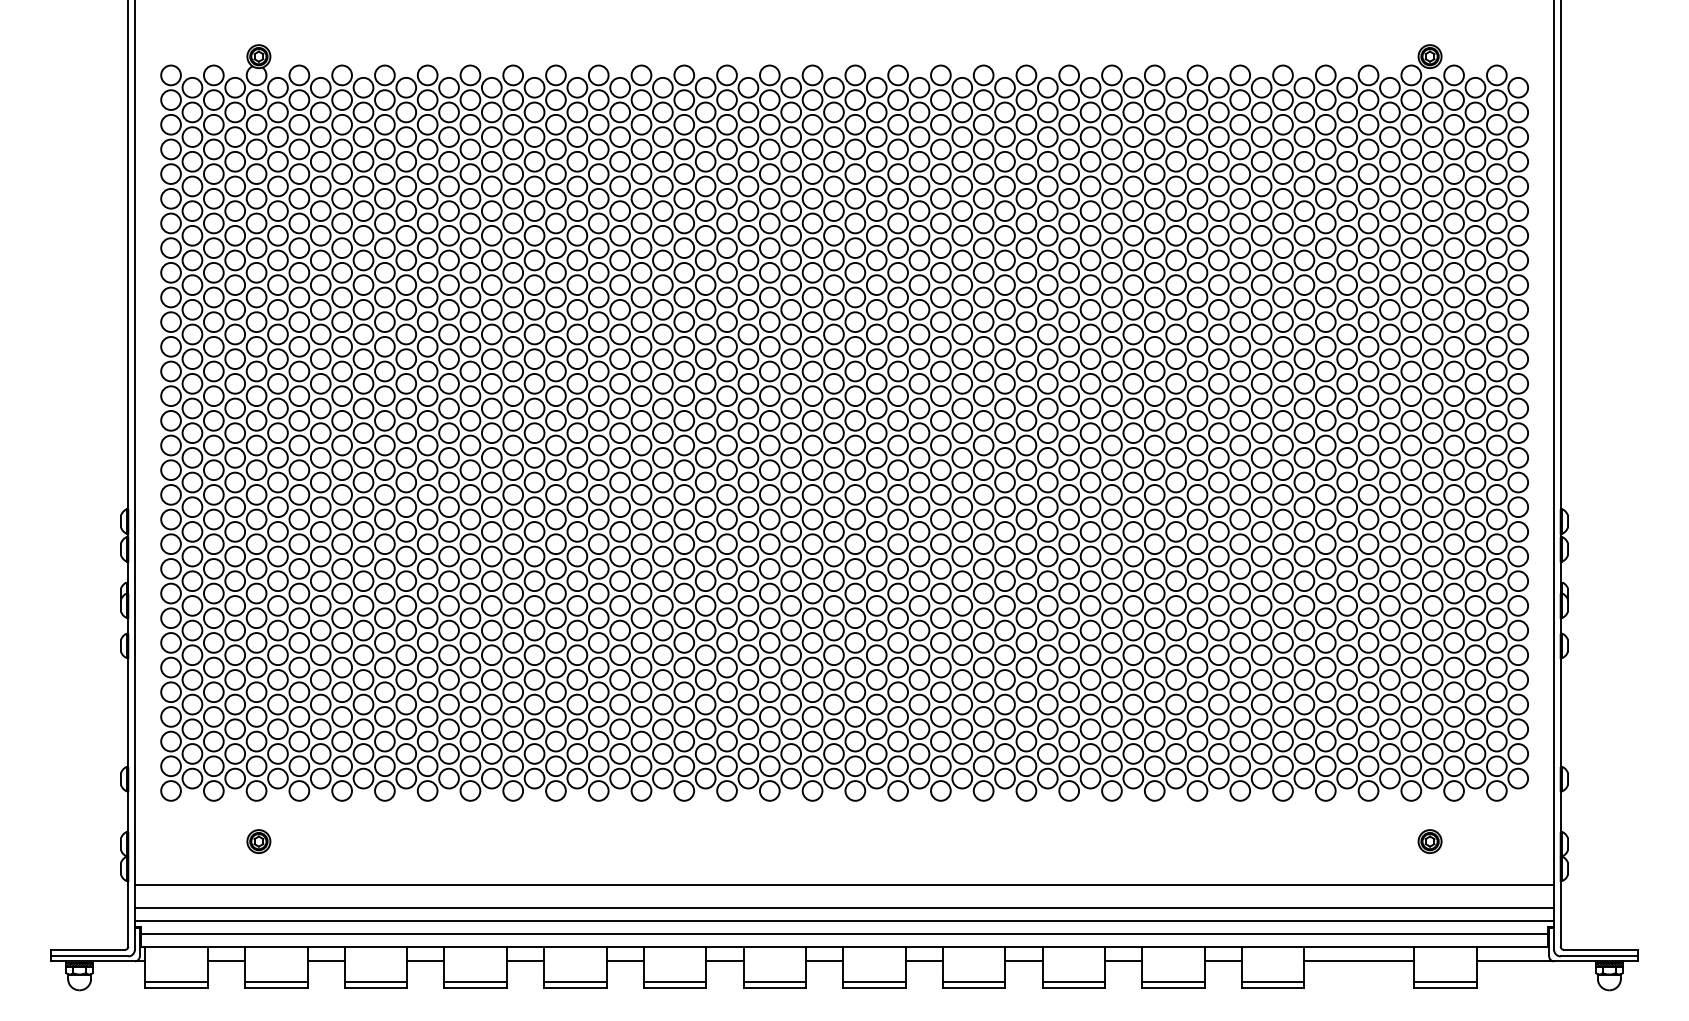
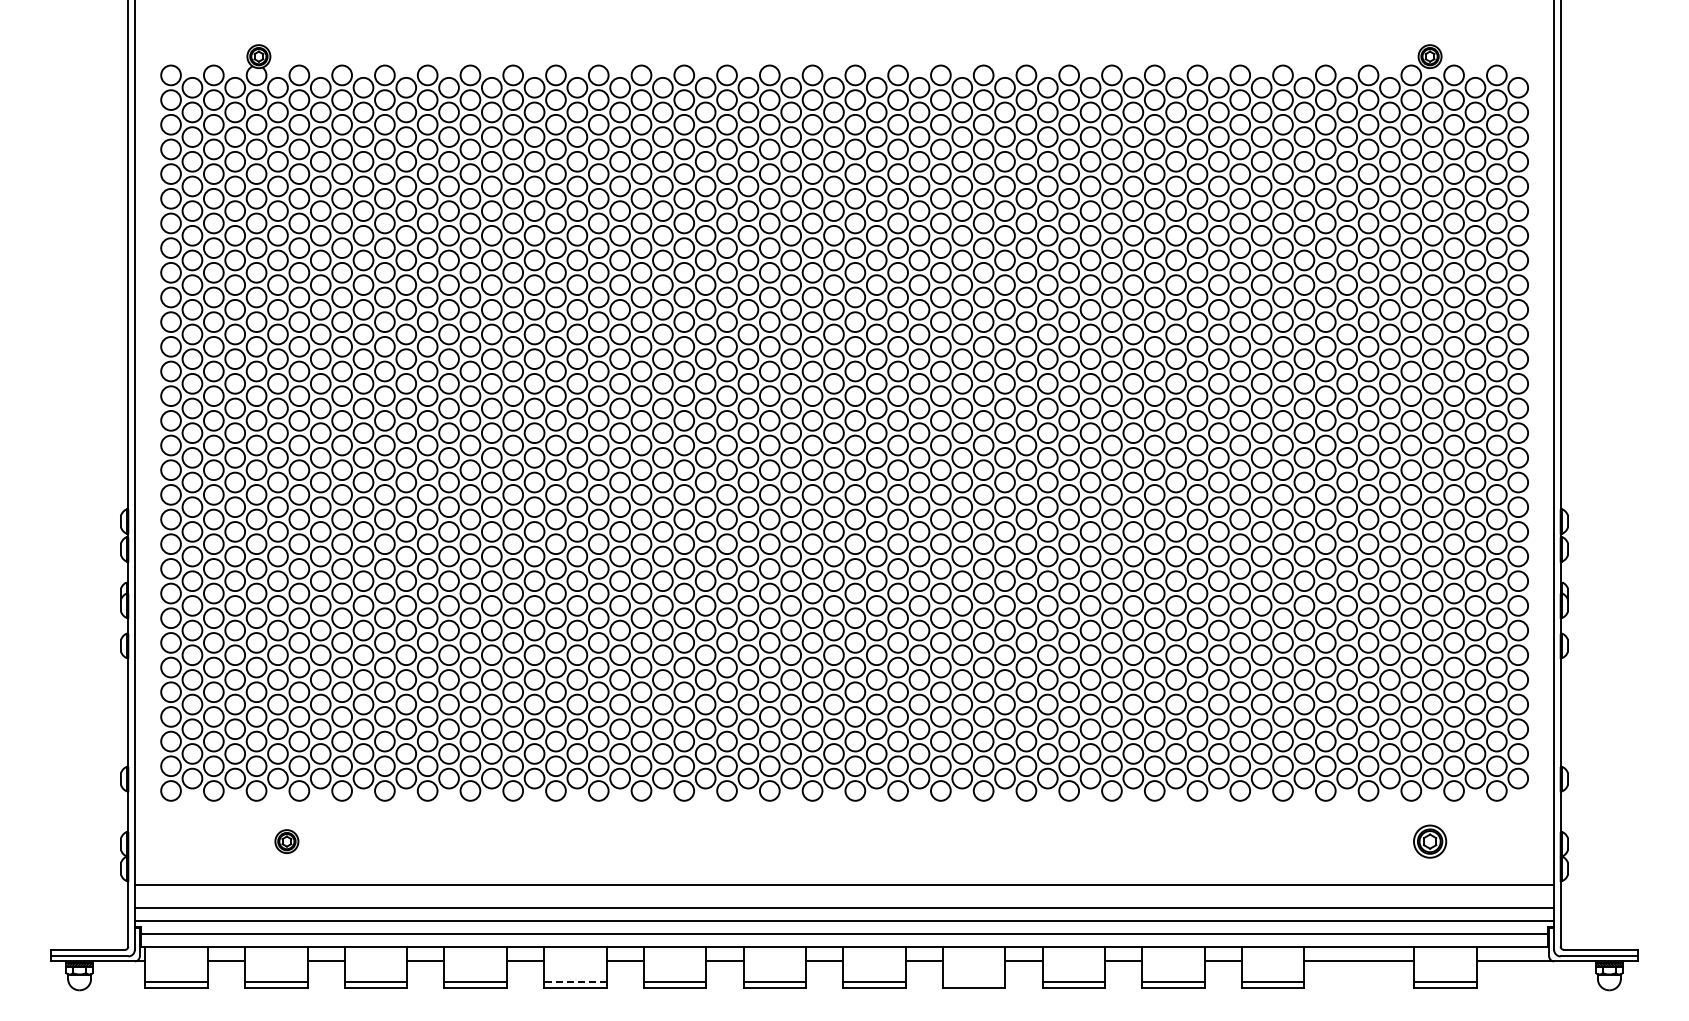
part at (258, 841) position: (258, 841) -> (286, 841)
part at (1429, 841) size: 26x25 px -> 35x35 px
line at (574, 981): solid -> dashed
line at (973, 981): present -> none
